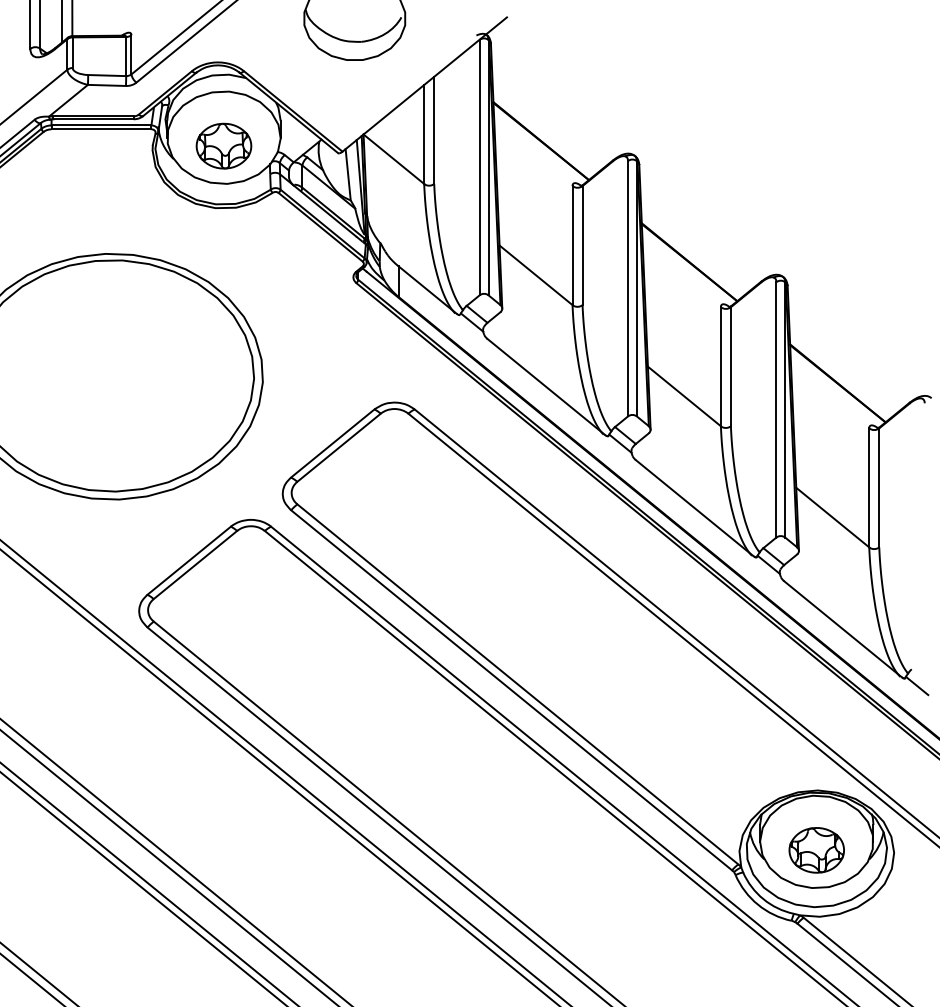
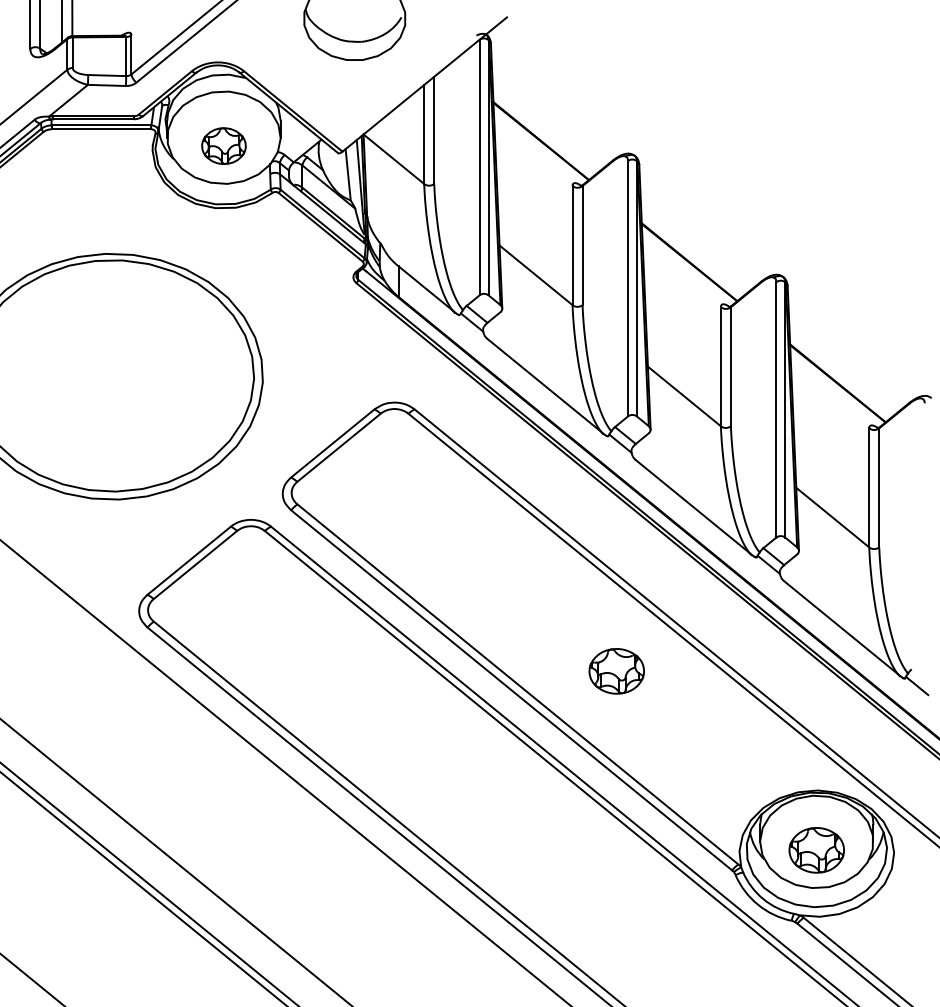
part at (223, 145) size: 58x48 px -> 46x38 px
part at (616, 671): none -> present
line at (279, 776): present -> none
line at (168, 867): present -> none
line at (38, 973): present -> none
